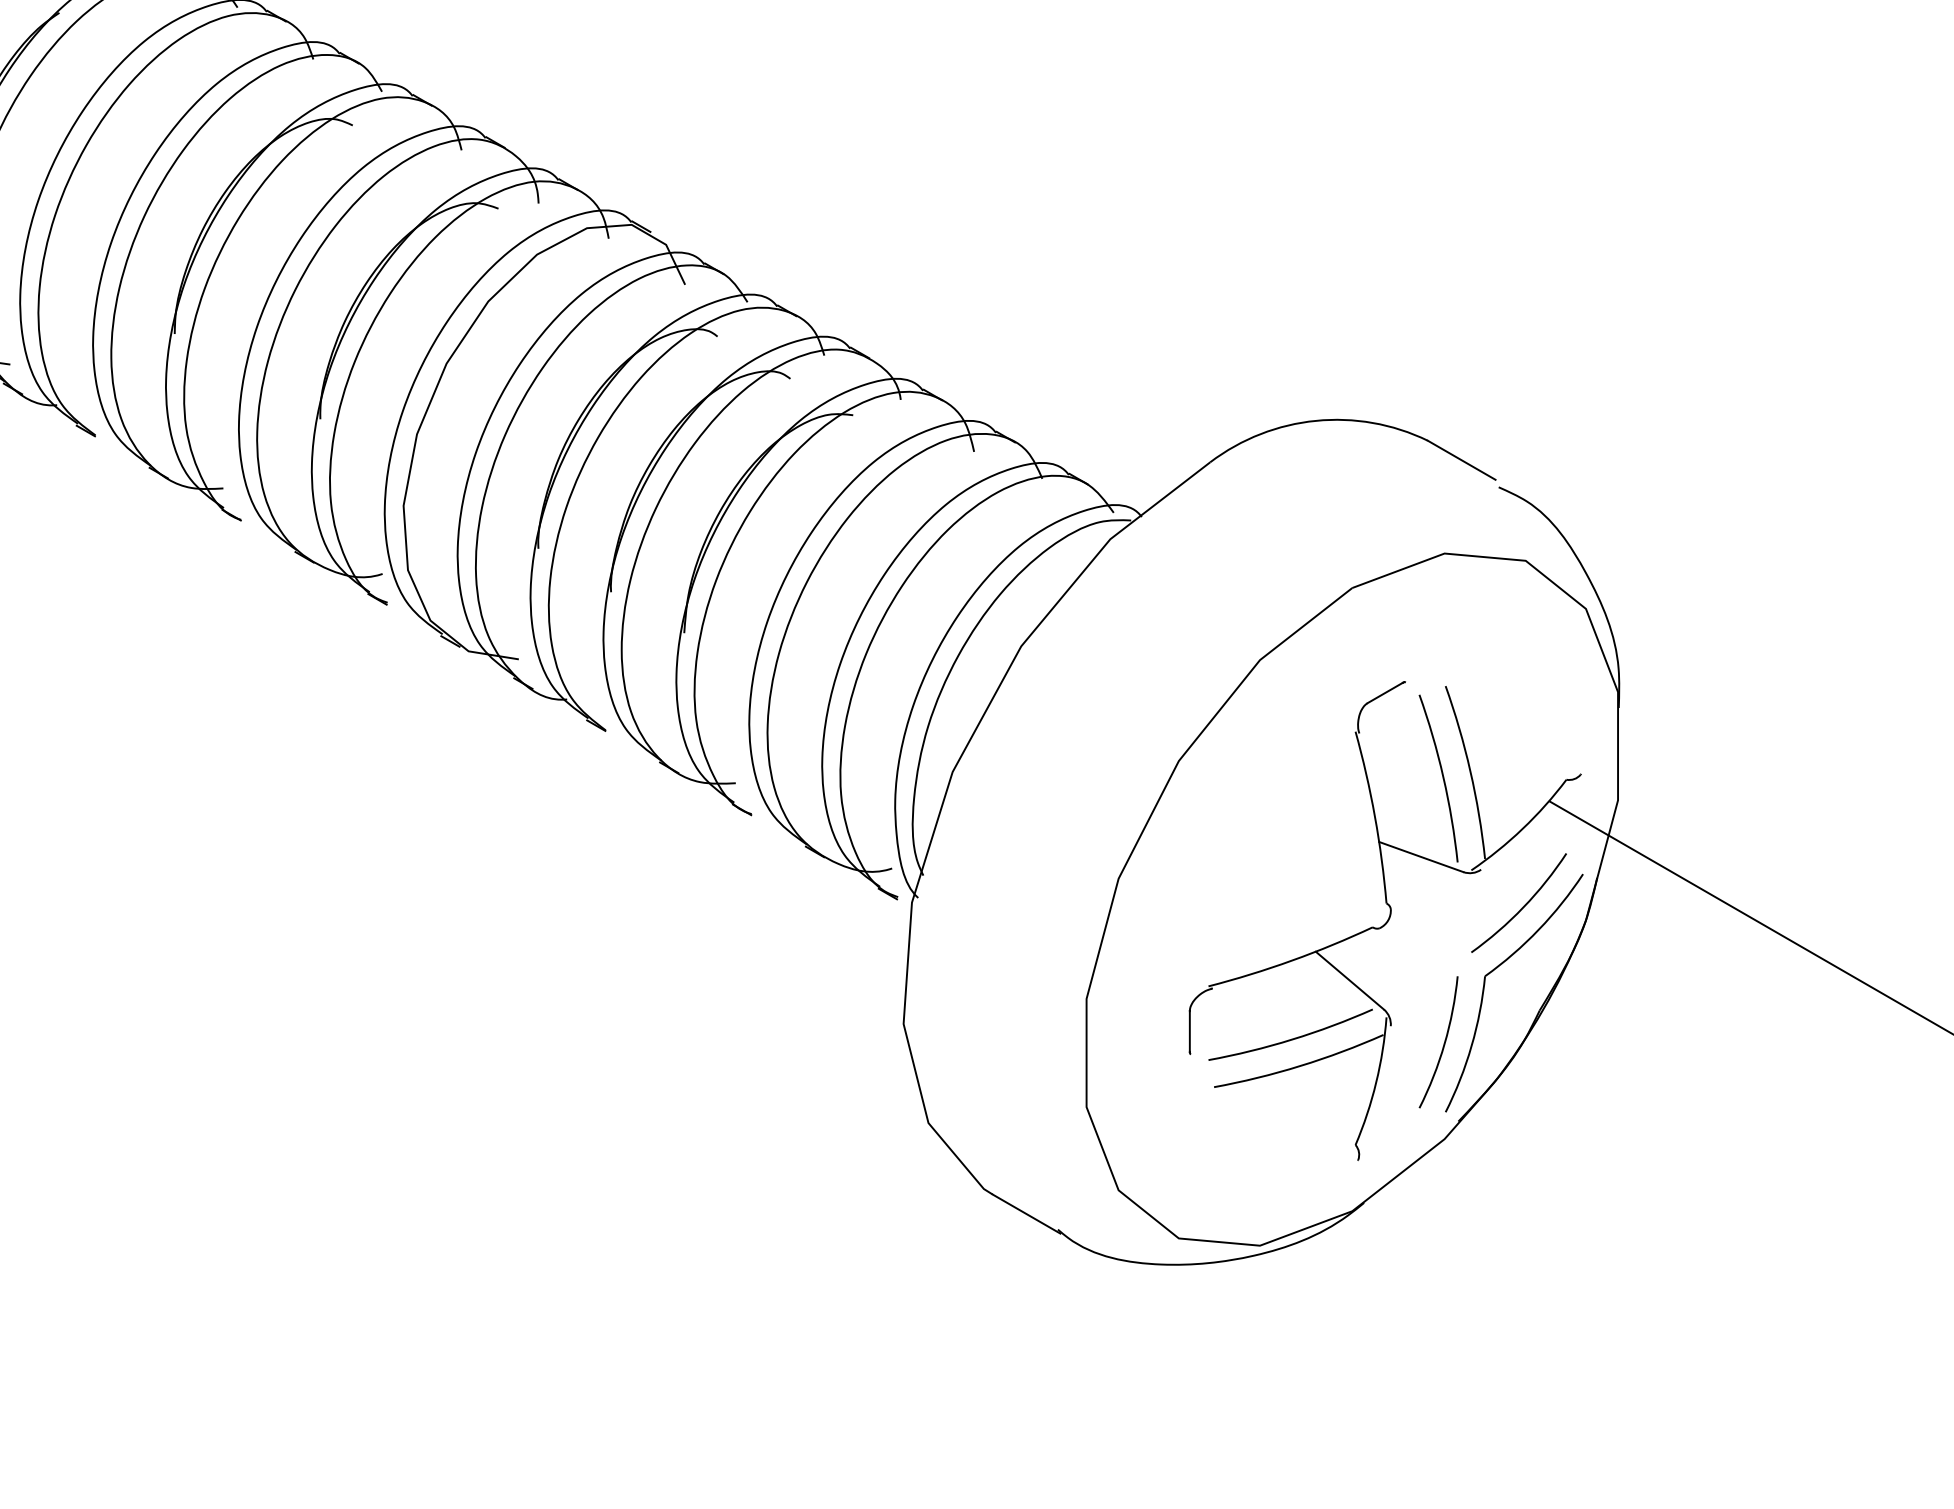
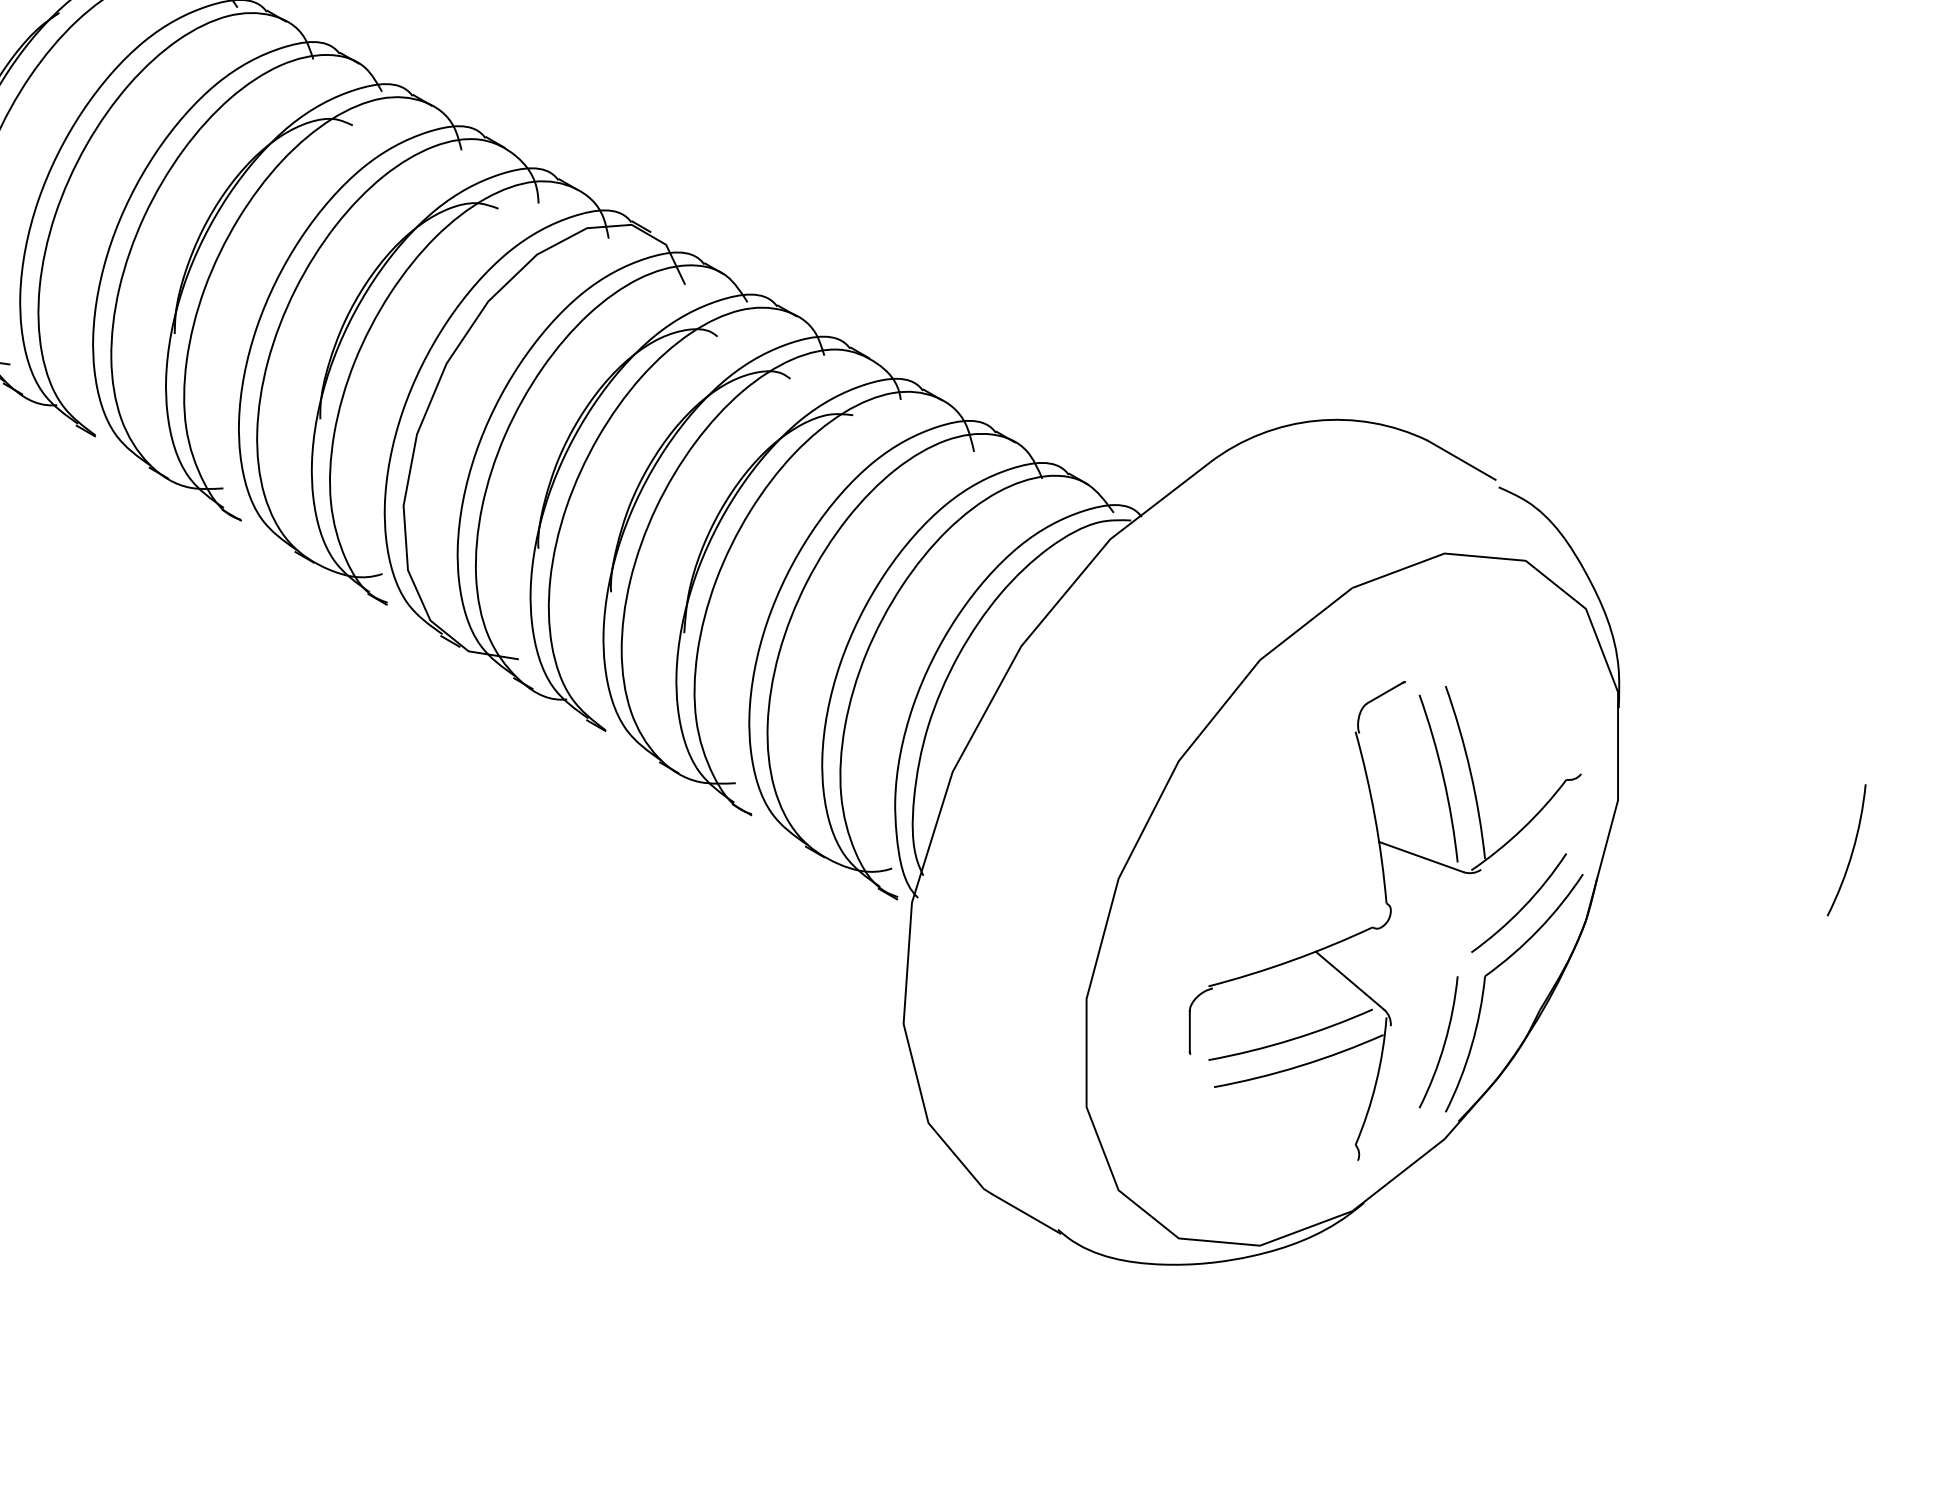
arc at (1851, 851): none -> present
line at (1749, 916): present -> none
